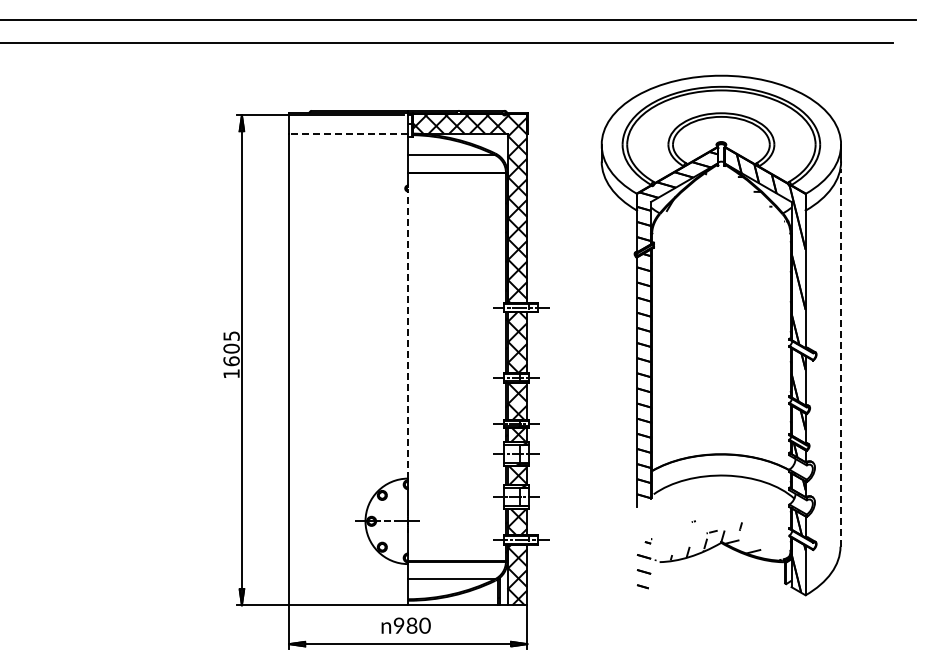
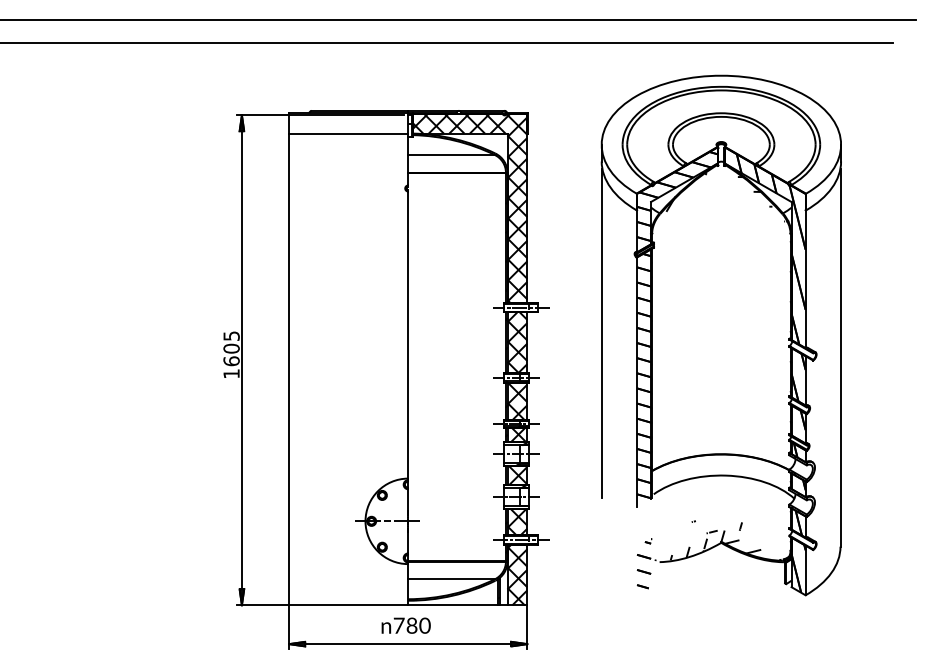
line at (348, 133): dashed -> solid
line at (602, 332): none -> present
line at (408, 335): dashed -> solid
line at (840, 357): dashed -> solid
text at (398, 625): 980 -> 780
